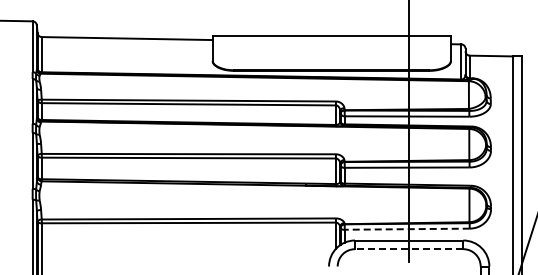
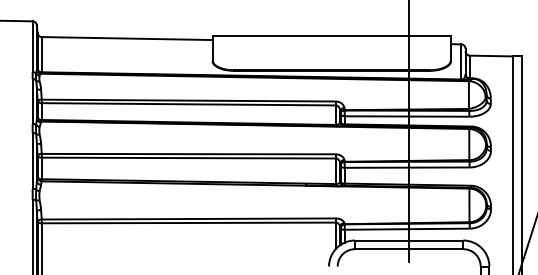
line at (408, 229): dashed -> solid
line at (408, 249): dashed -> solid
